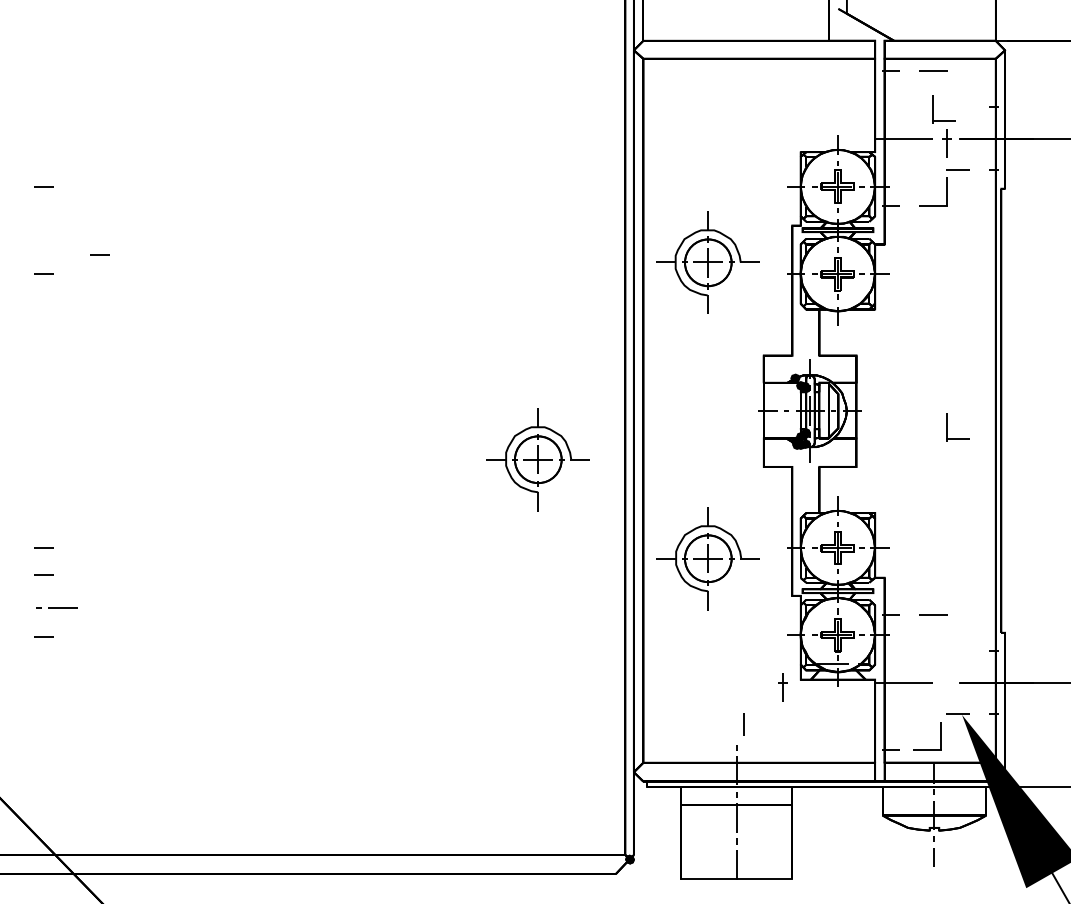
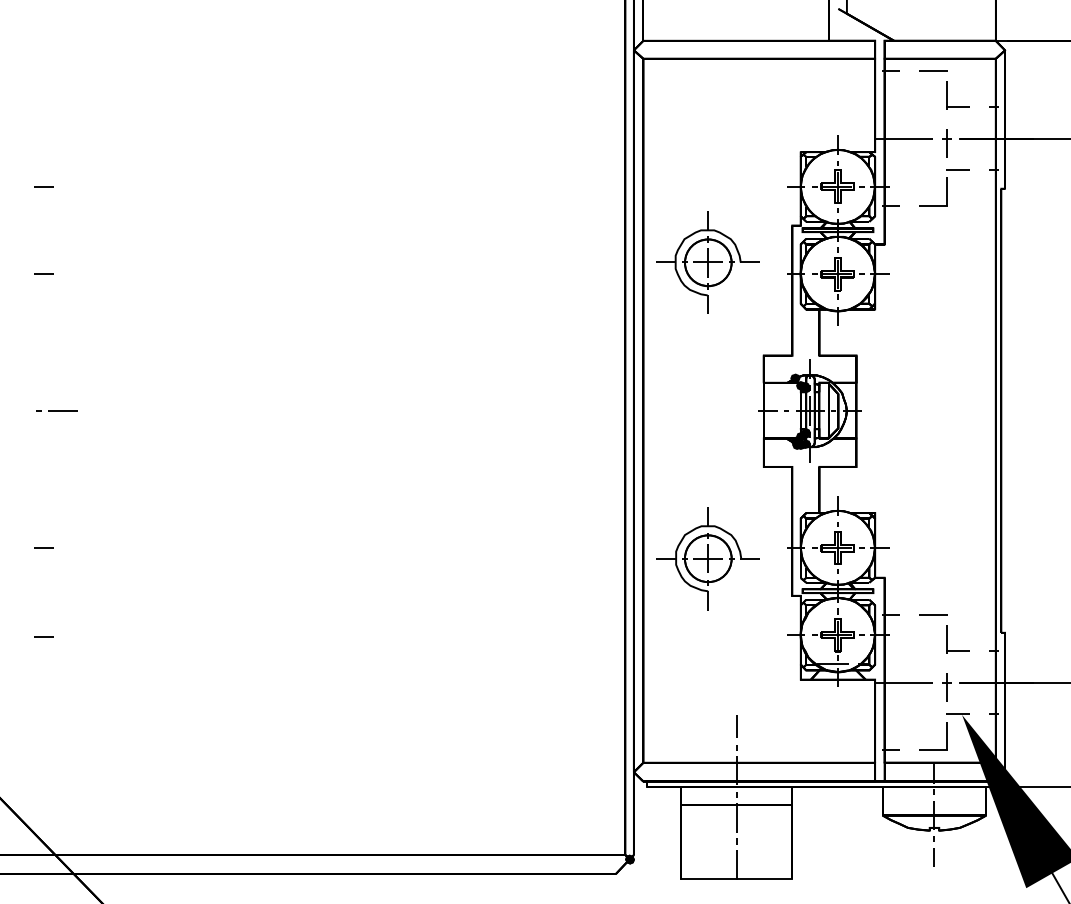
part at (933, 109) position: (933, 109) -> (947, 95)
line at (99, 254): present -> none
part at (947, 427) position: (947, 427) -> (947, 639)
part at (537, 459): present -> none
line at (43, 574): present -> none
line at (56, 607) position: (56, 607) -> (56, 410)
part at (782, 687) position: (782, 687) -> (946, 687)
line at (743, 724) position: (743, 724) -> (736, 726)
part at (940, 736) position: (940, 736) -> (946, 736)
